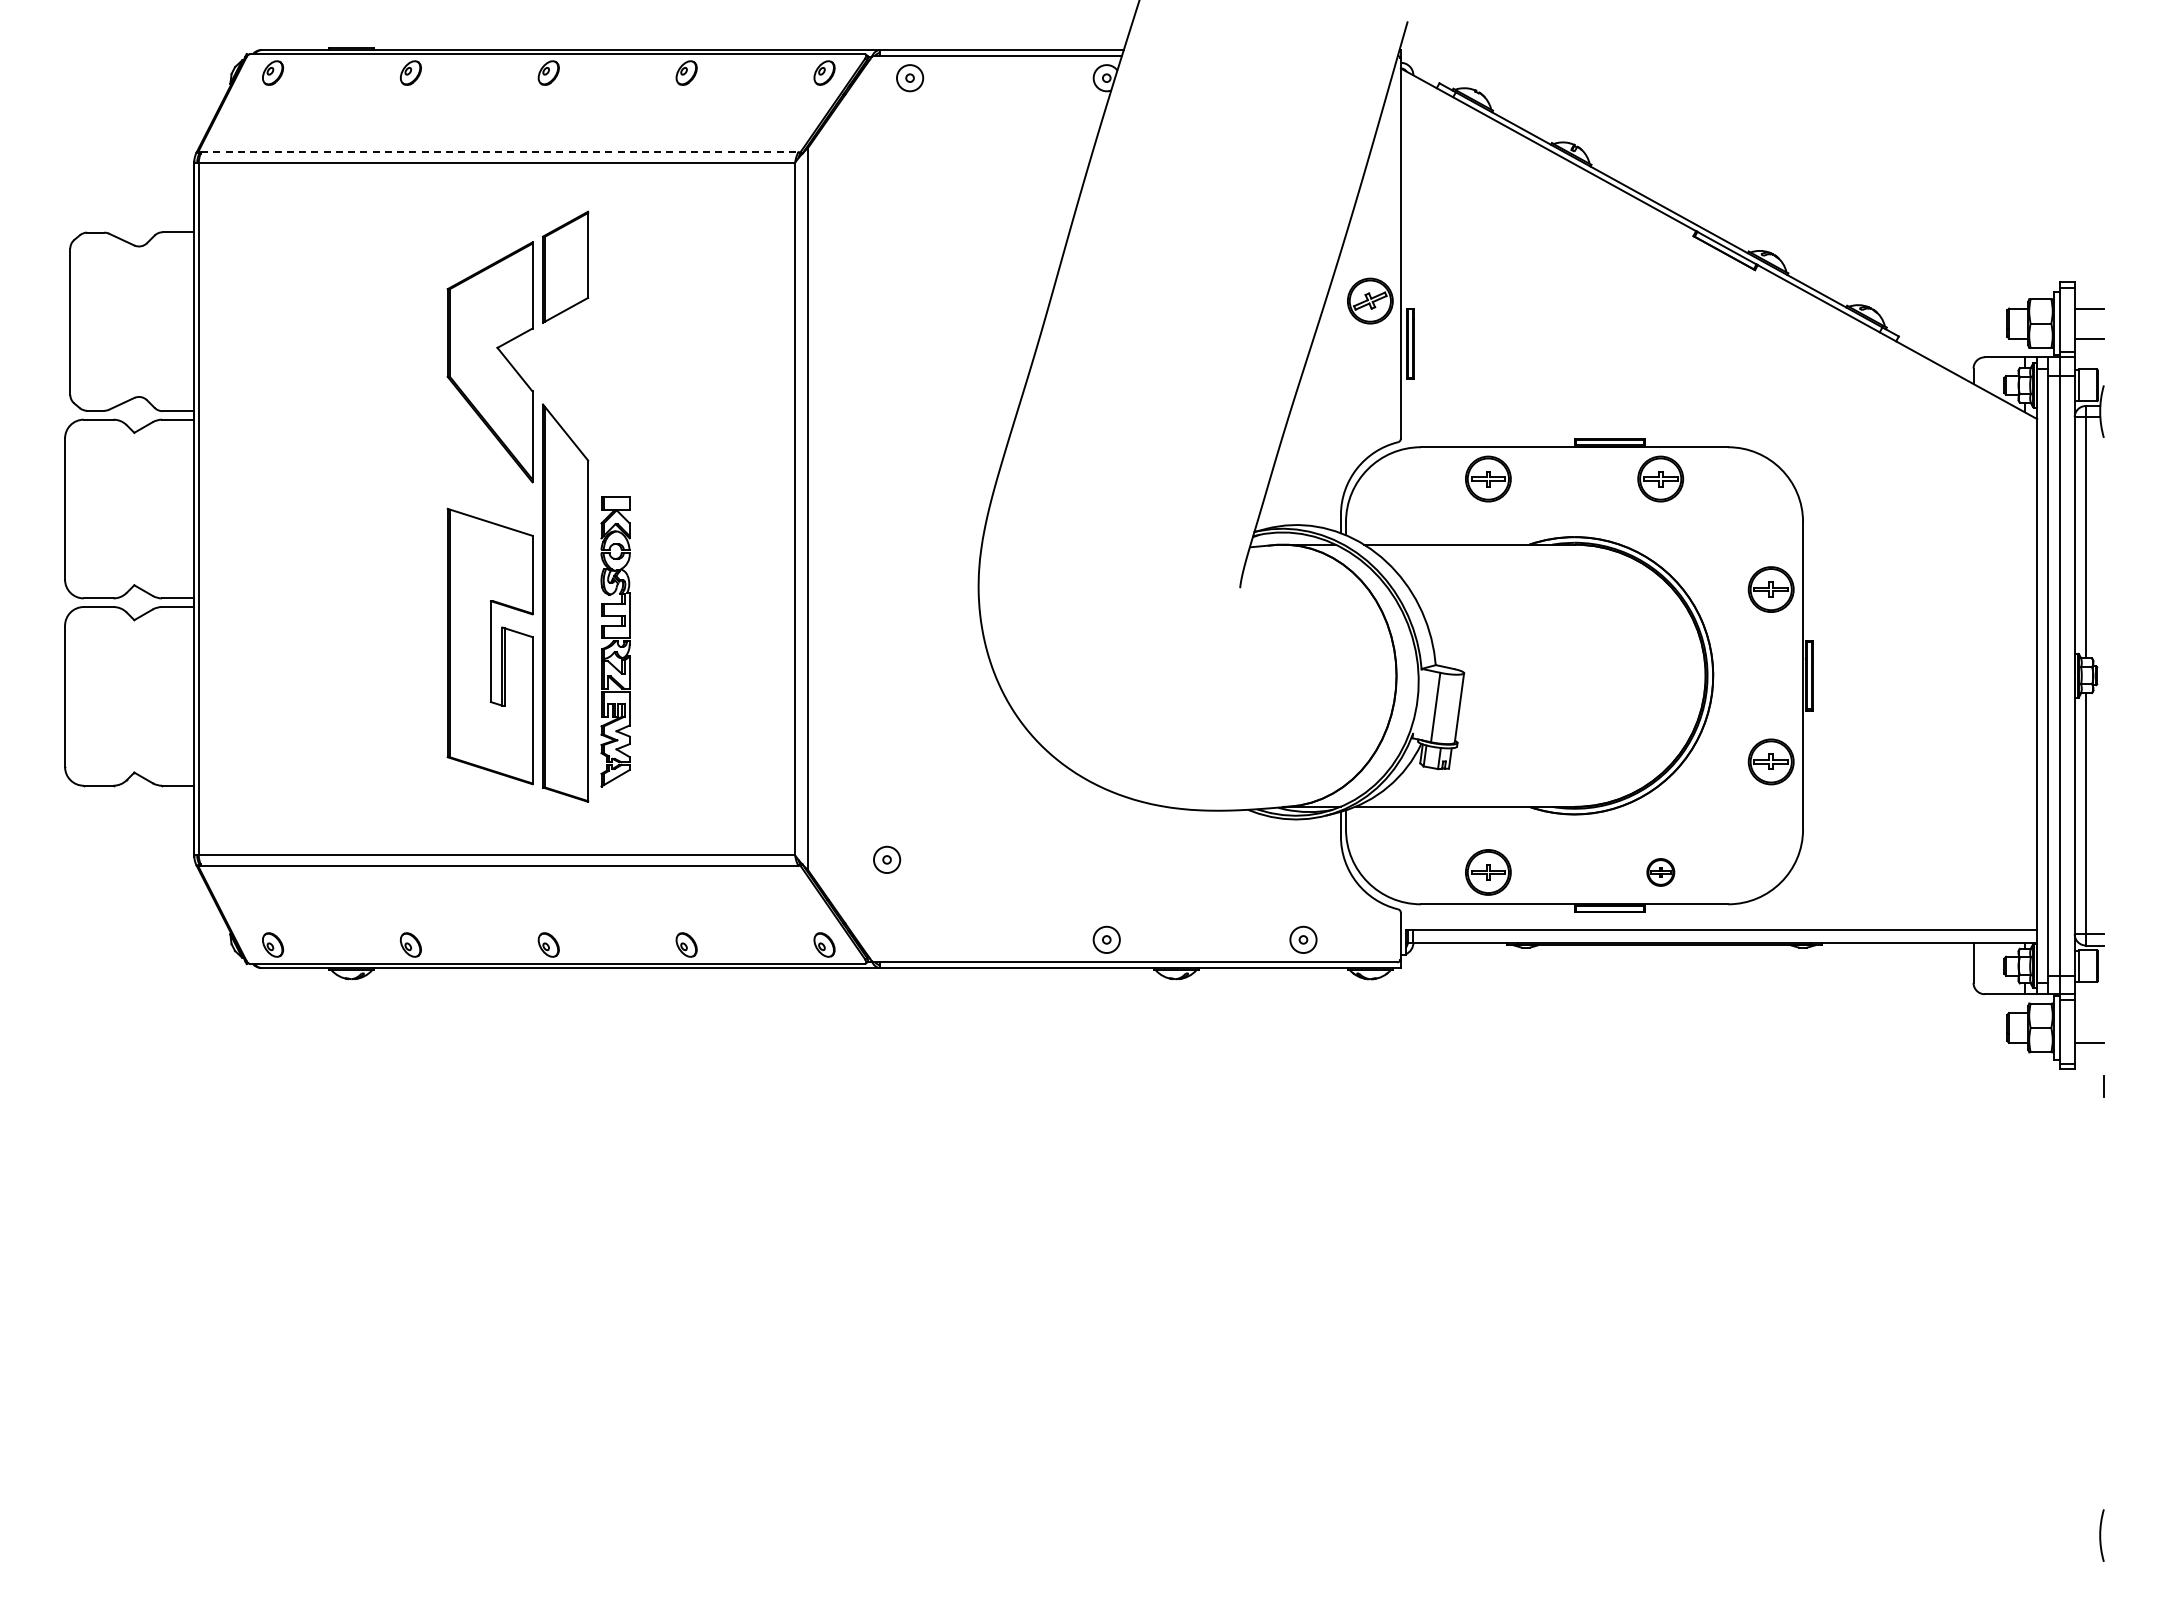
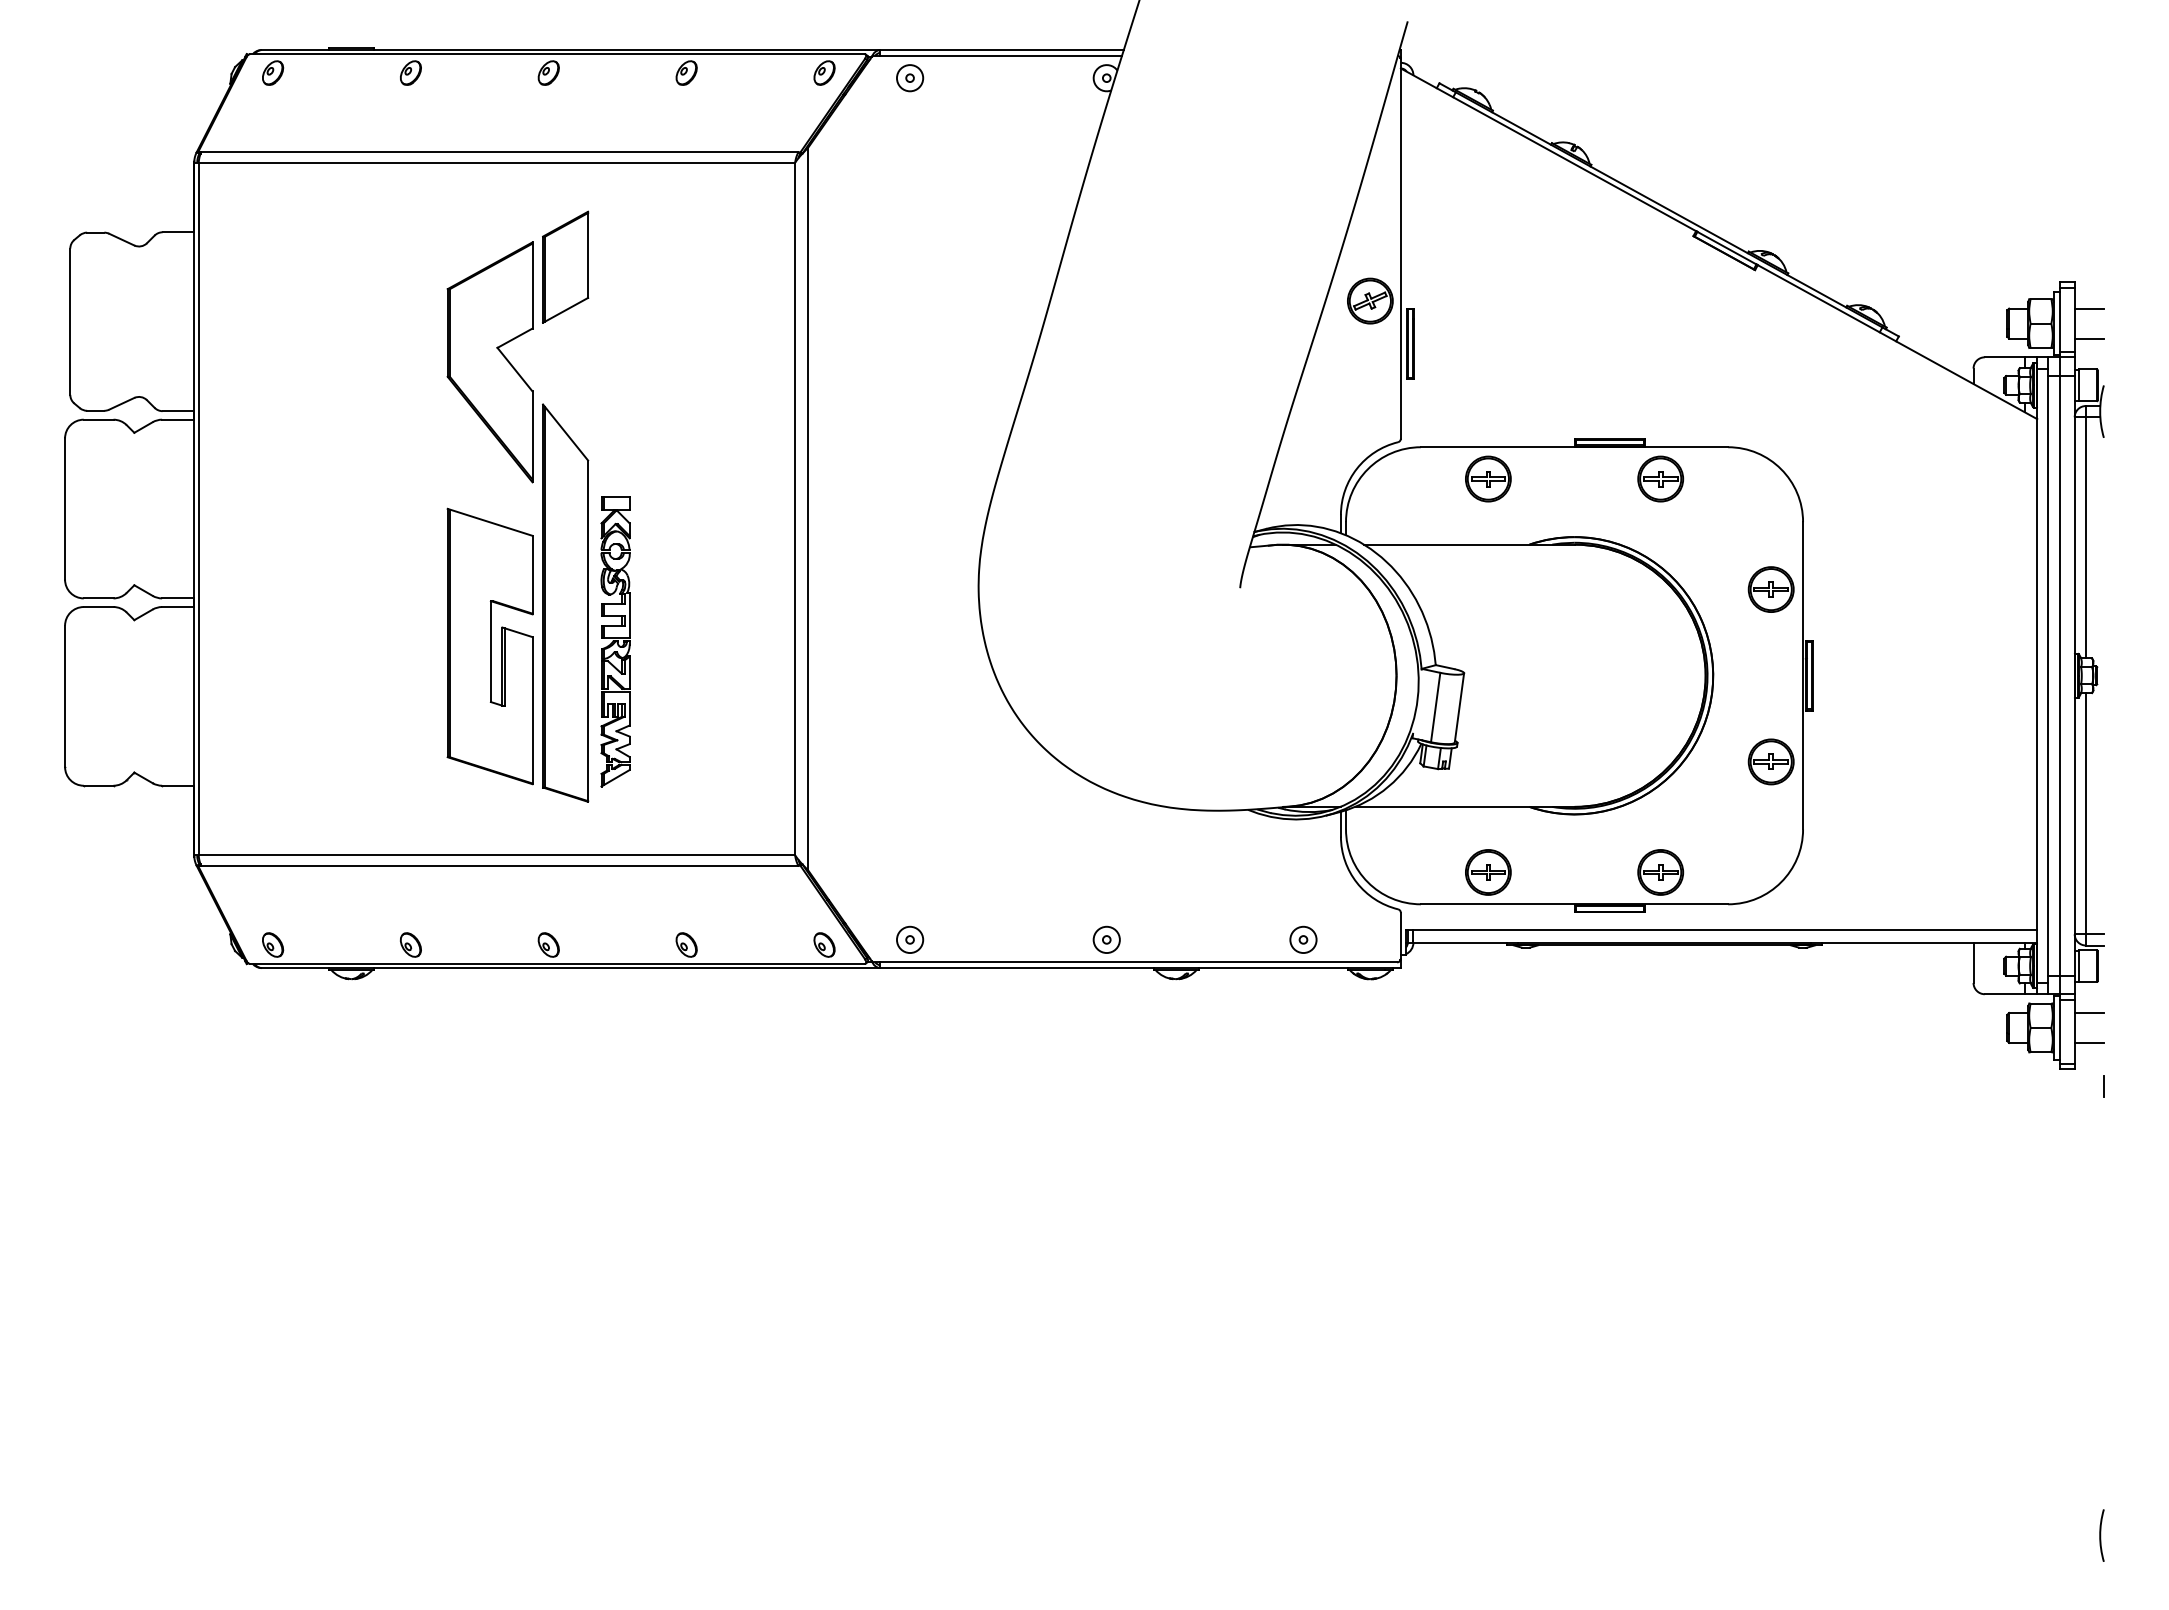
line at (499, 152): dashed -> solid
part at (887, 859) position: (887, 859) -> (910, 939)
part at (1660, 872) size: 30x29 px -> 48x47 px
line at (2088, 1012): none -> present
